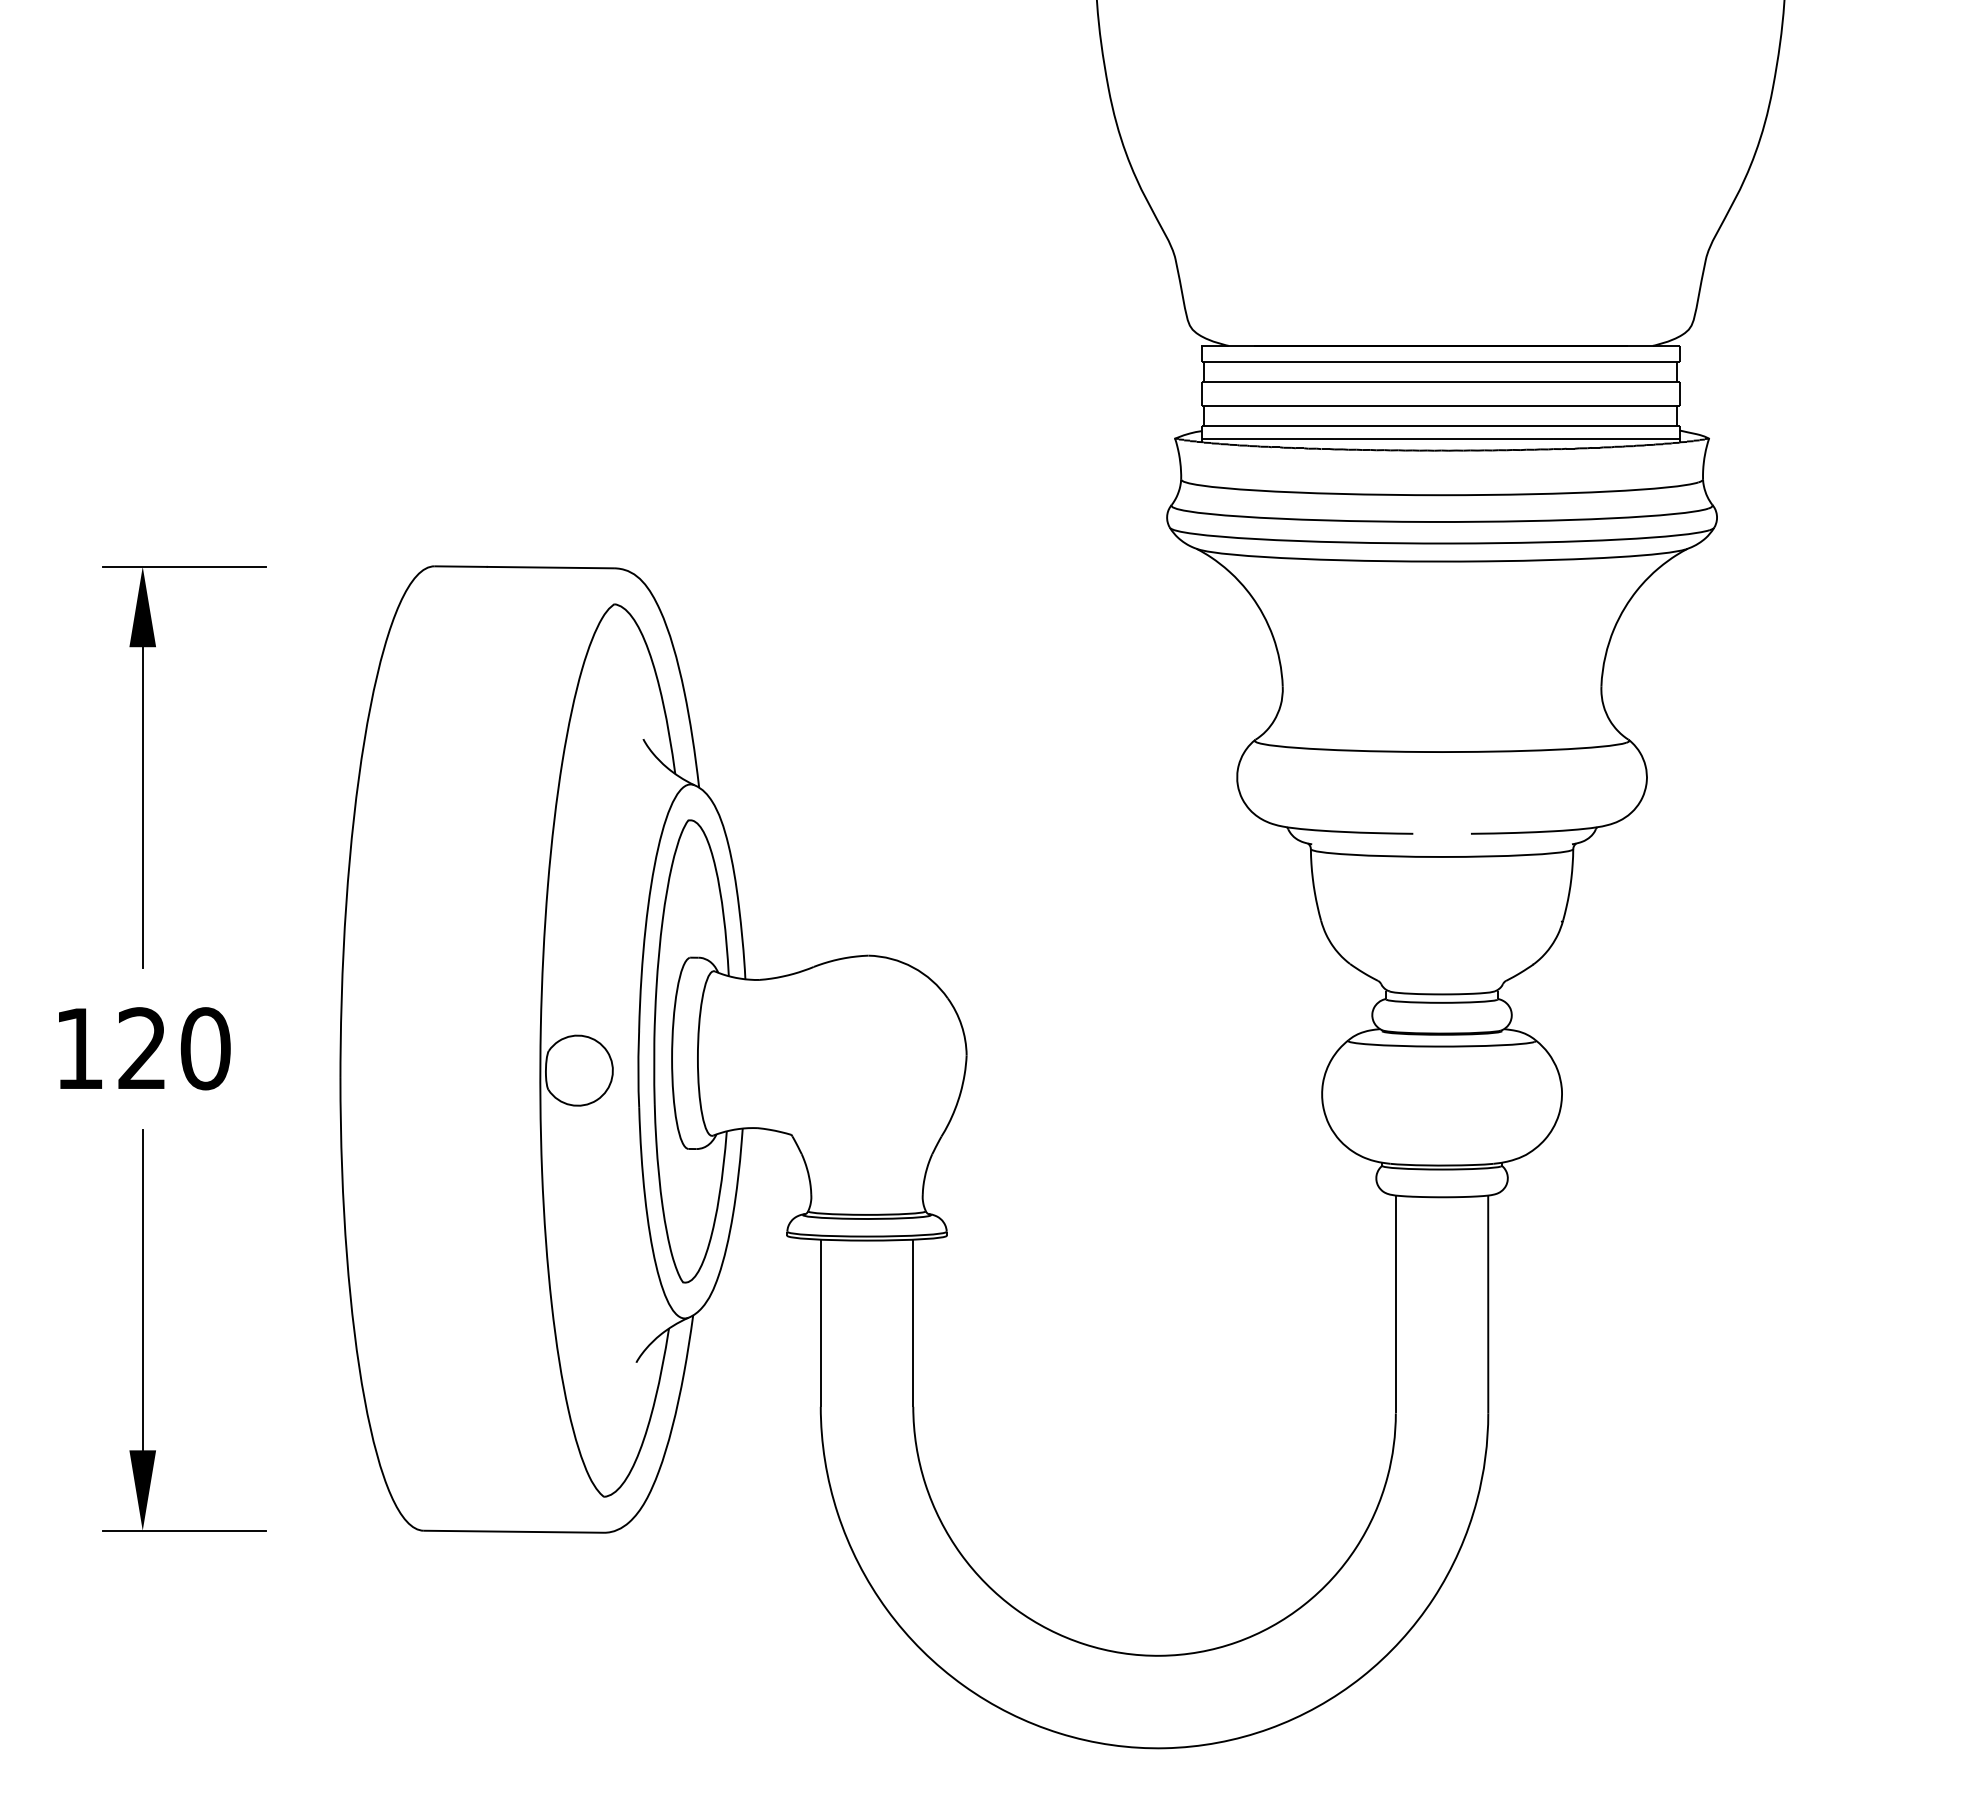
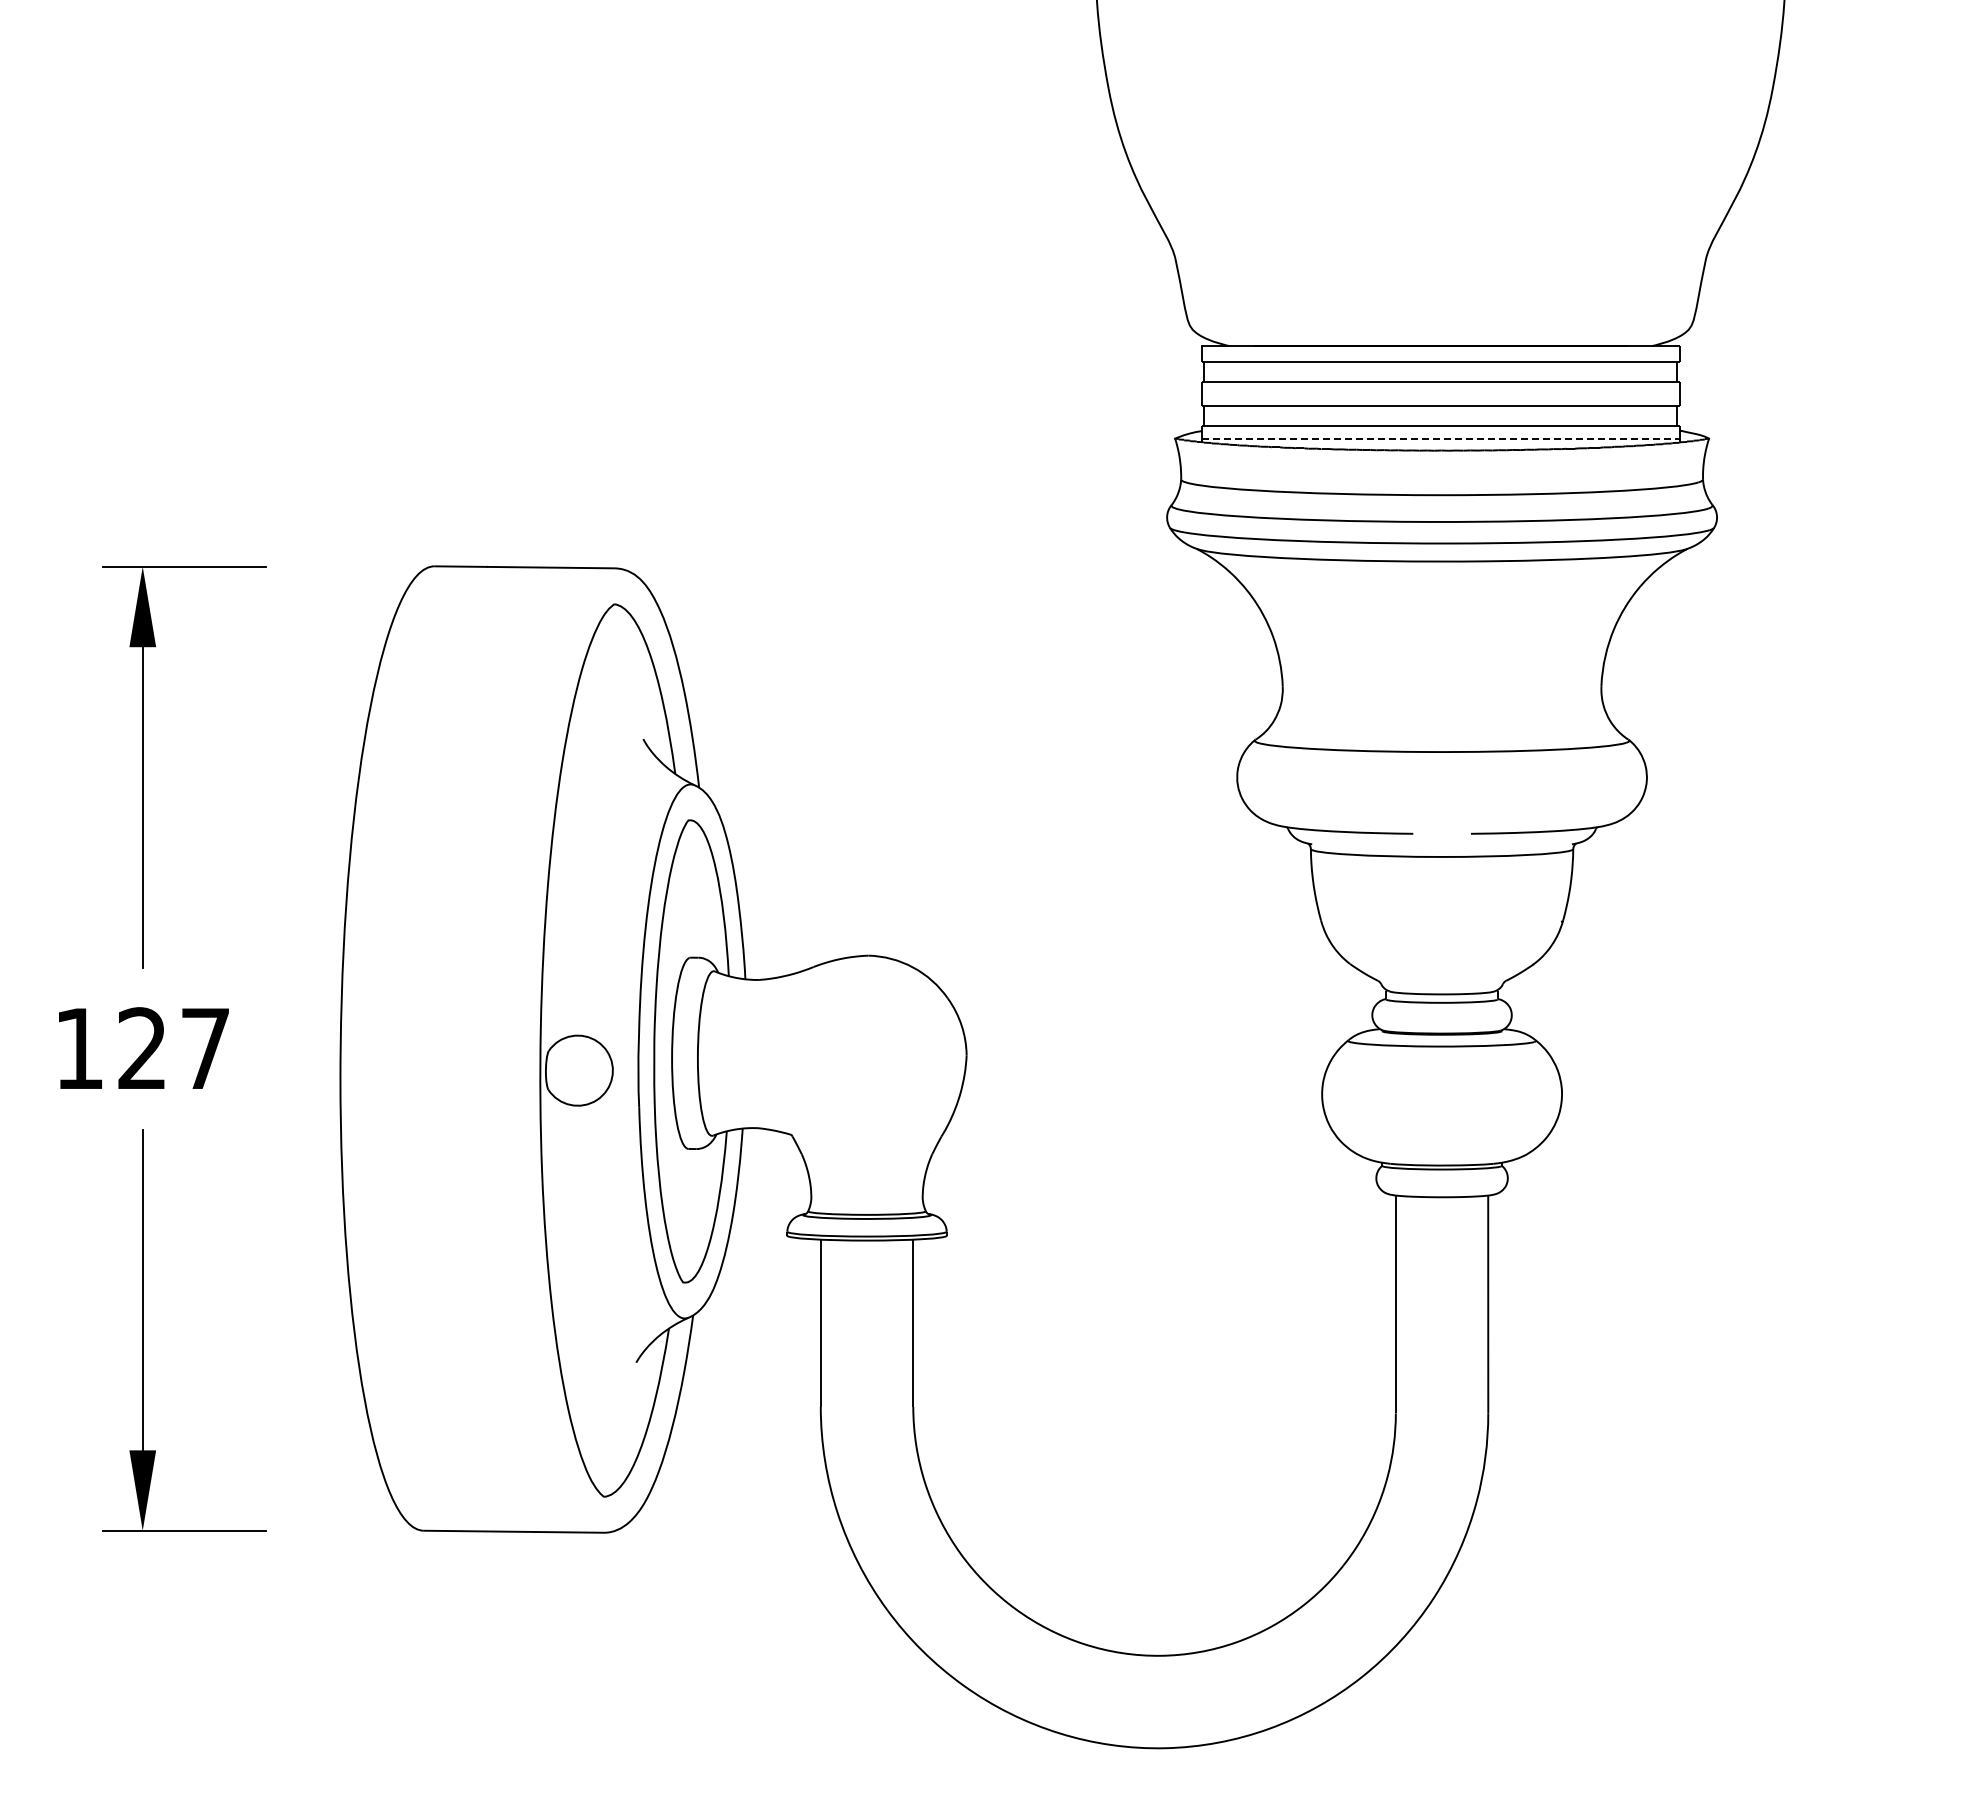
line at (1441, 438): solid -> dashed
text at (205, 1048): 120 -> 127
